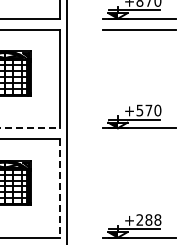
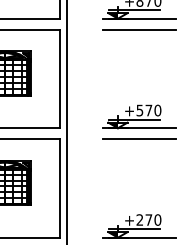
line at (30, 128): dashed -> solid
line at (139, 139): none -> present
line at (59, 188): dashed -> solid
text at (153, 219): +288 -> +270
